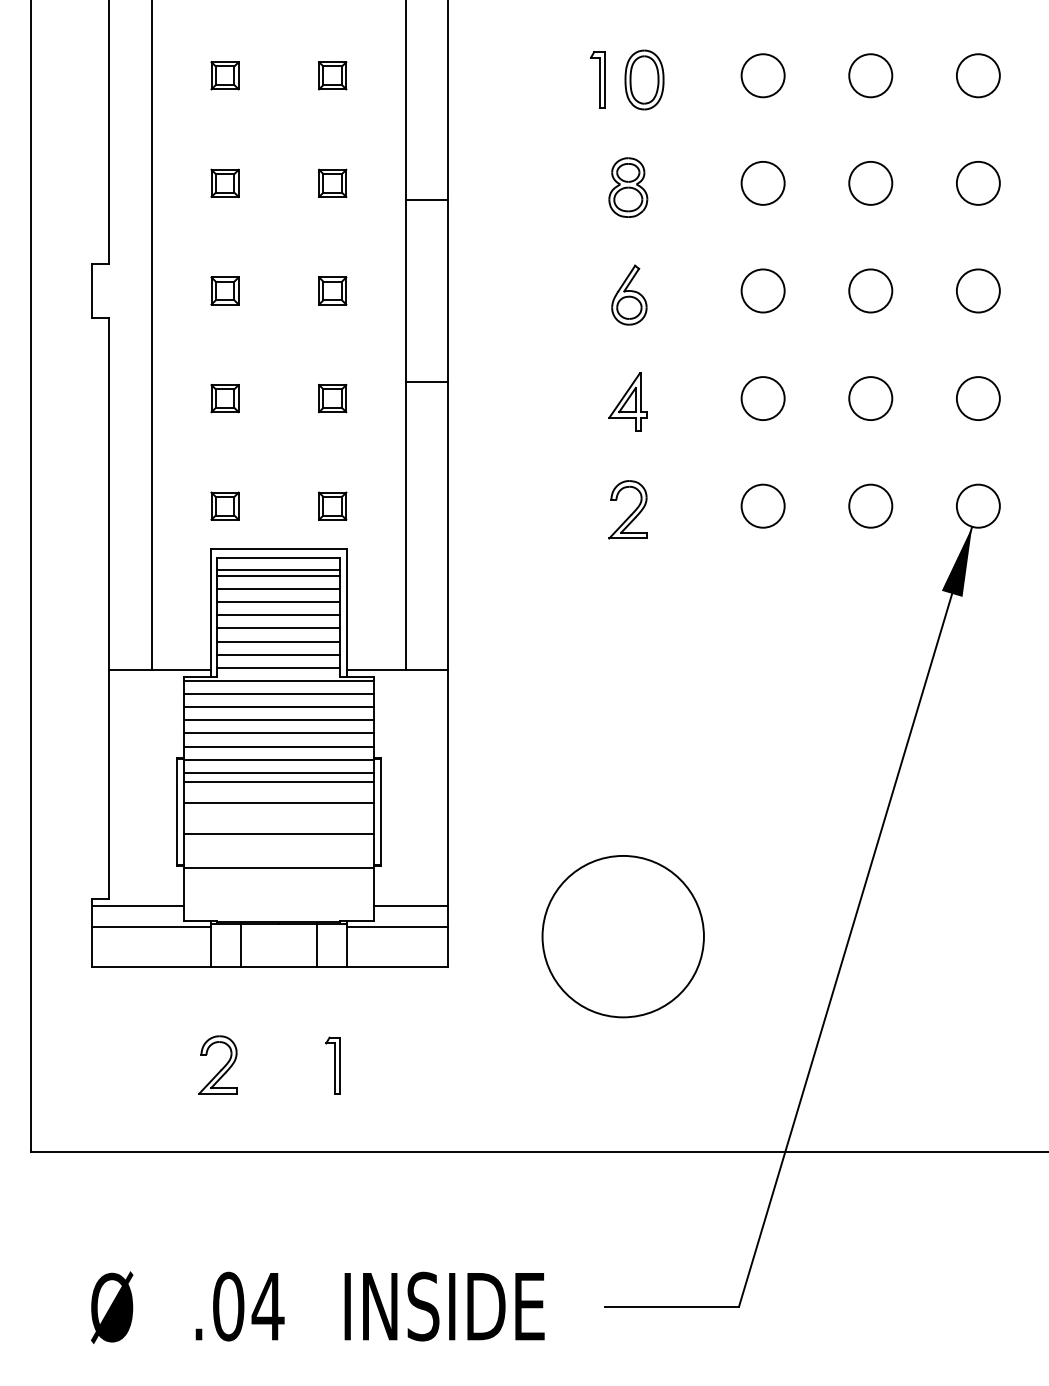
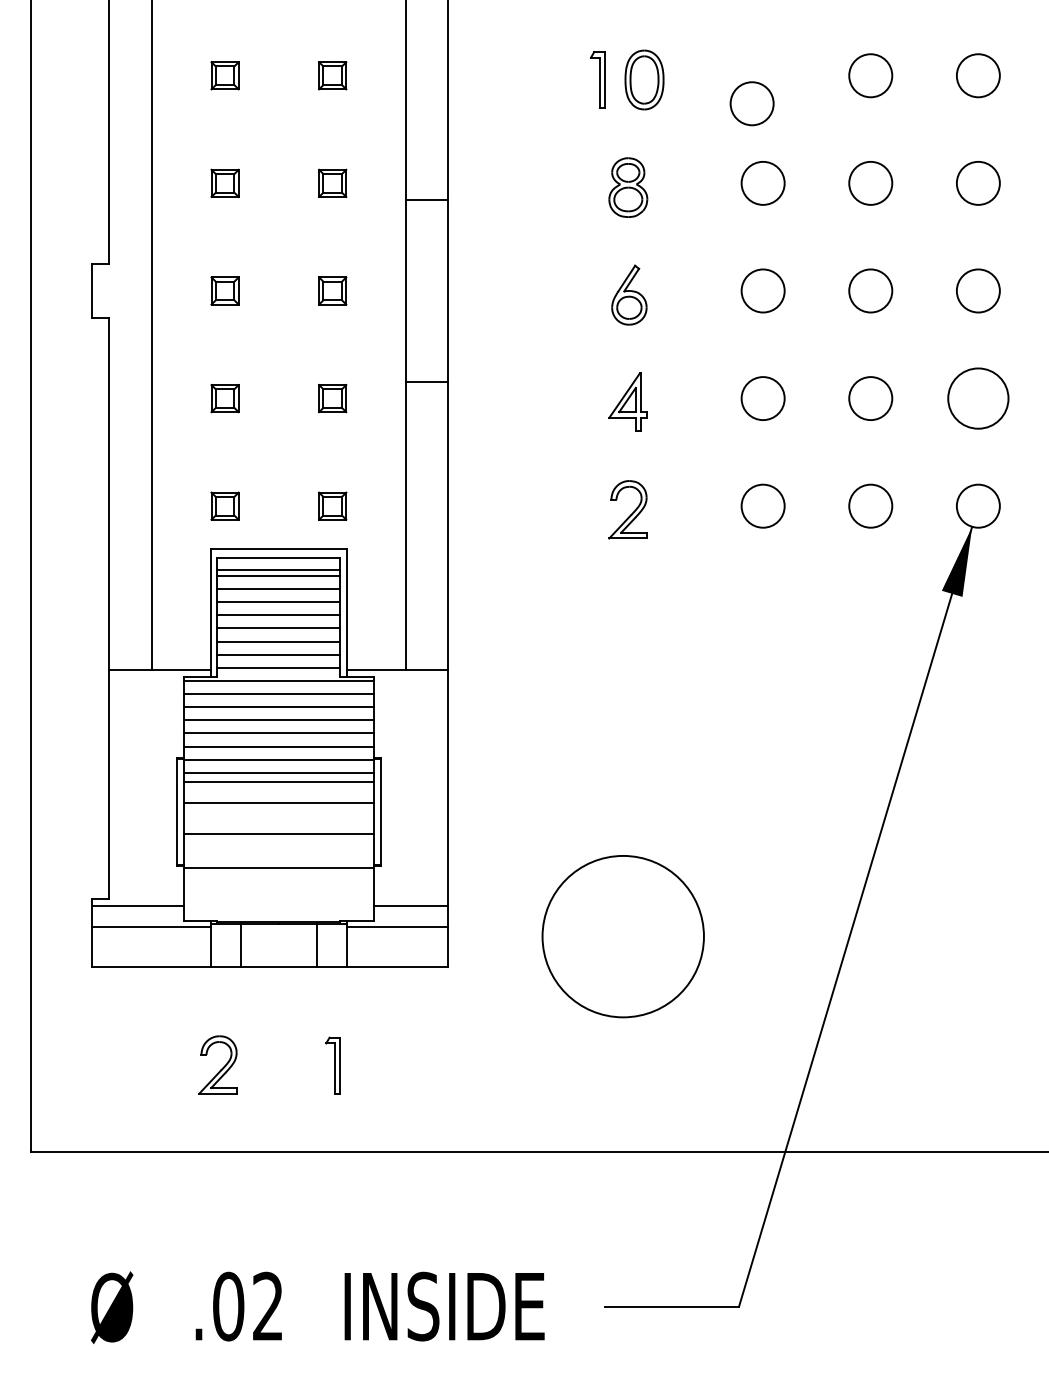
circle at (762, 75) position: (762, 75) -> (751, 103)
circle at (977, 398) diameter: 43 px -> 60 px
text at (267, 1305): .04 -> .02
